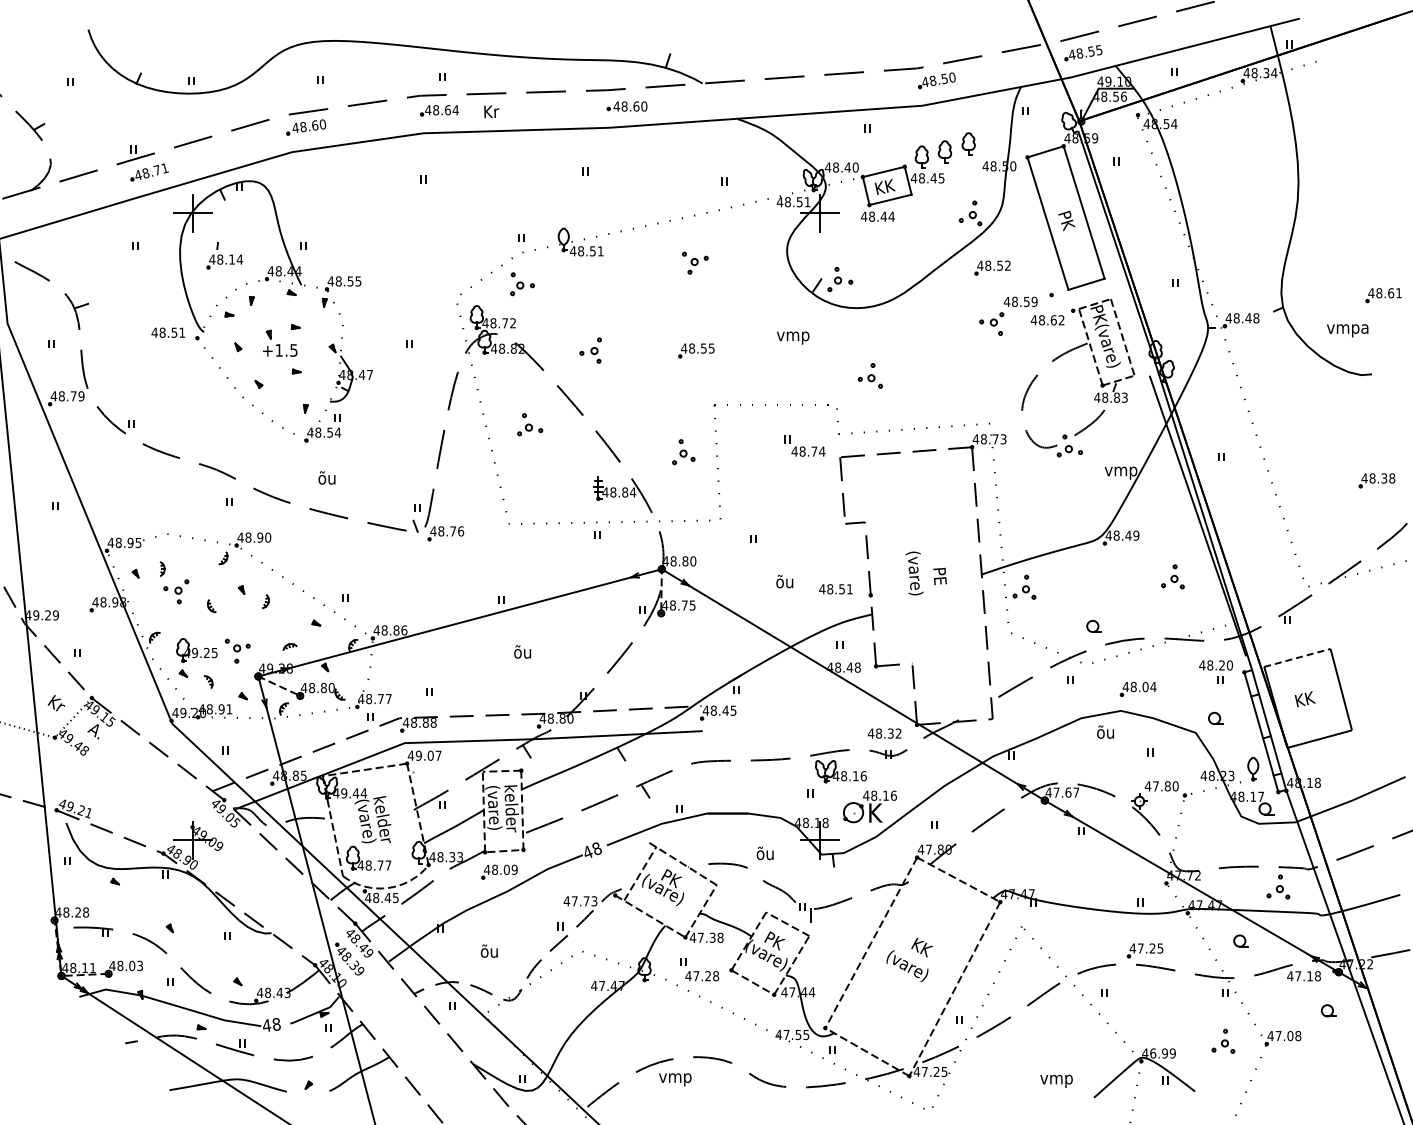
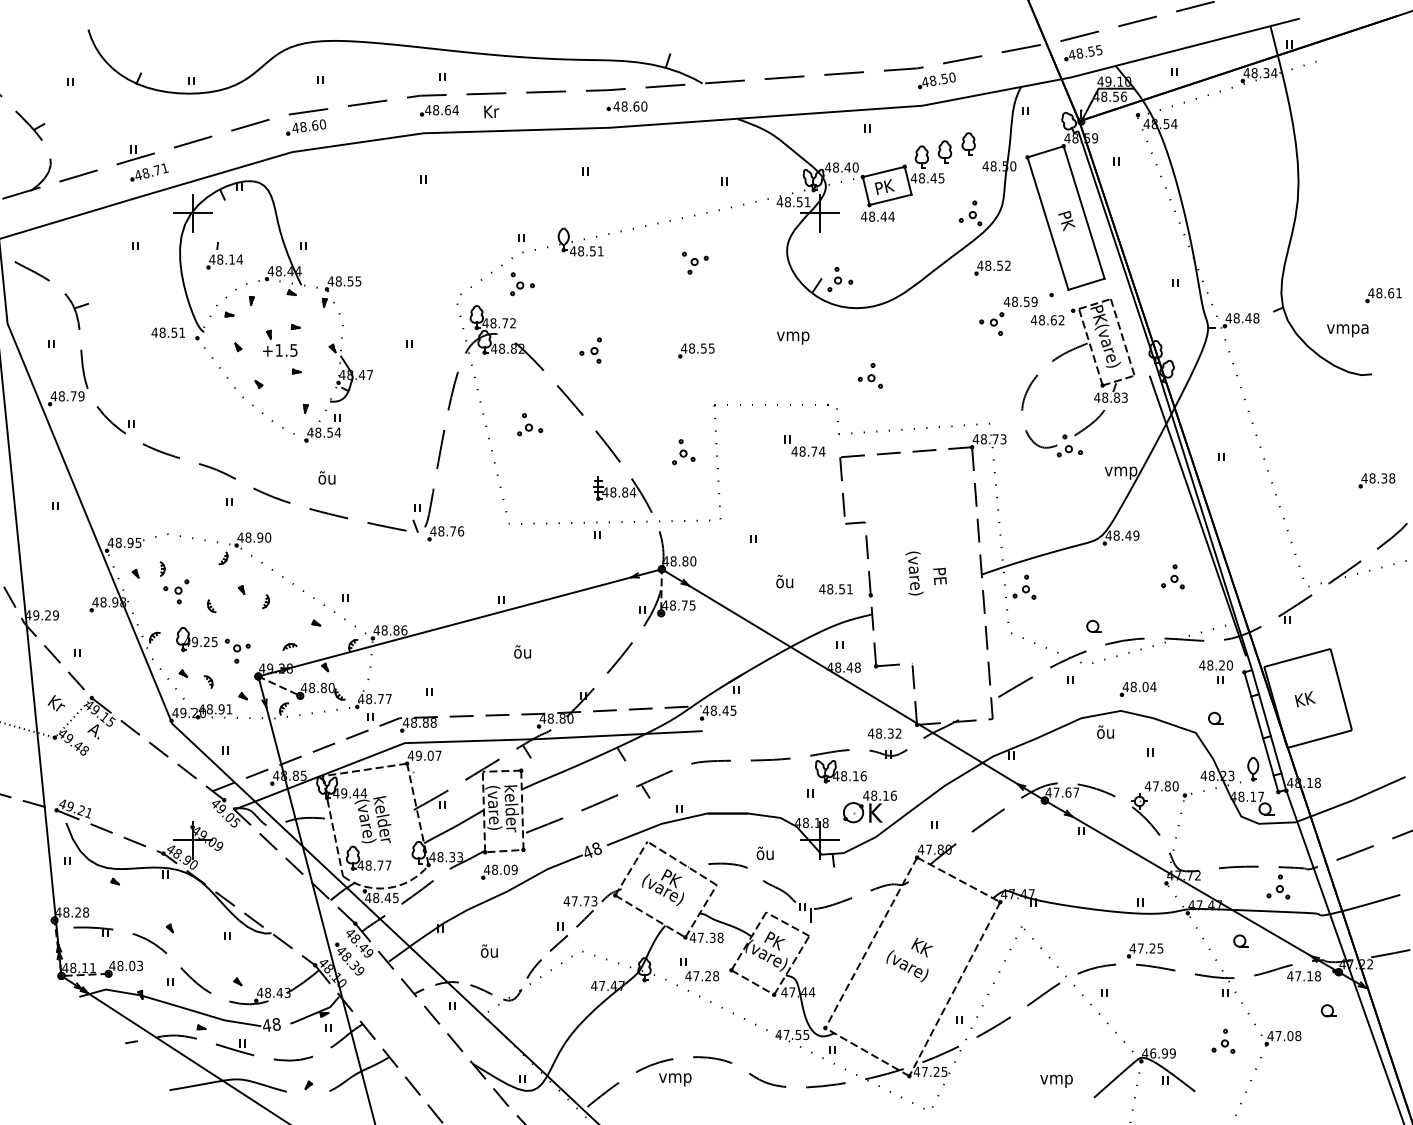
text at (885, 186): KK -> PK
part at (196, 650) position: (196, 650) -> (196, 639)
line at (1297, 657): dashed -> solid
line at (640, 873) position: (640, 873) -> (631, 868)
